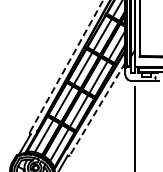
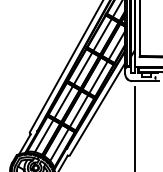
line at (66, 65): dashed -> solid
line at (97, 109): dashed -> solid
